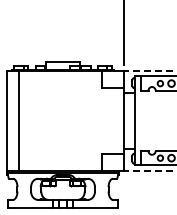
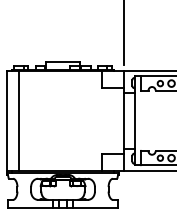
line at (150, 70): dashed -> solid
line at (150, 170): dashed -> solid
